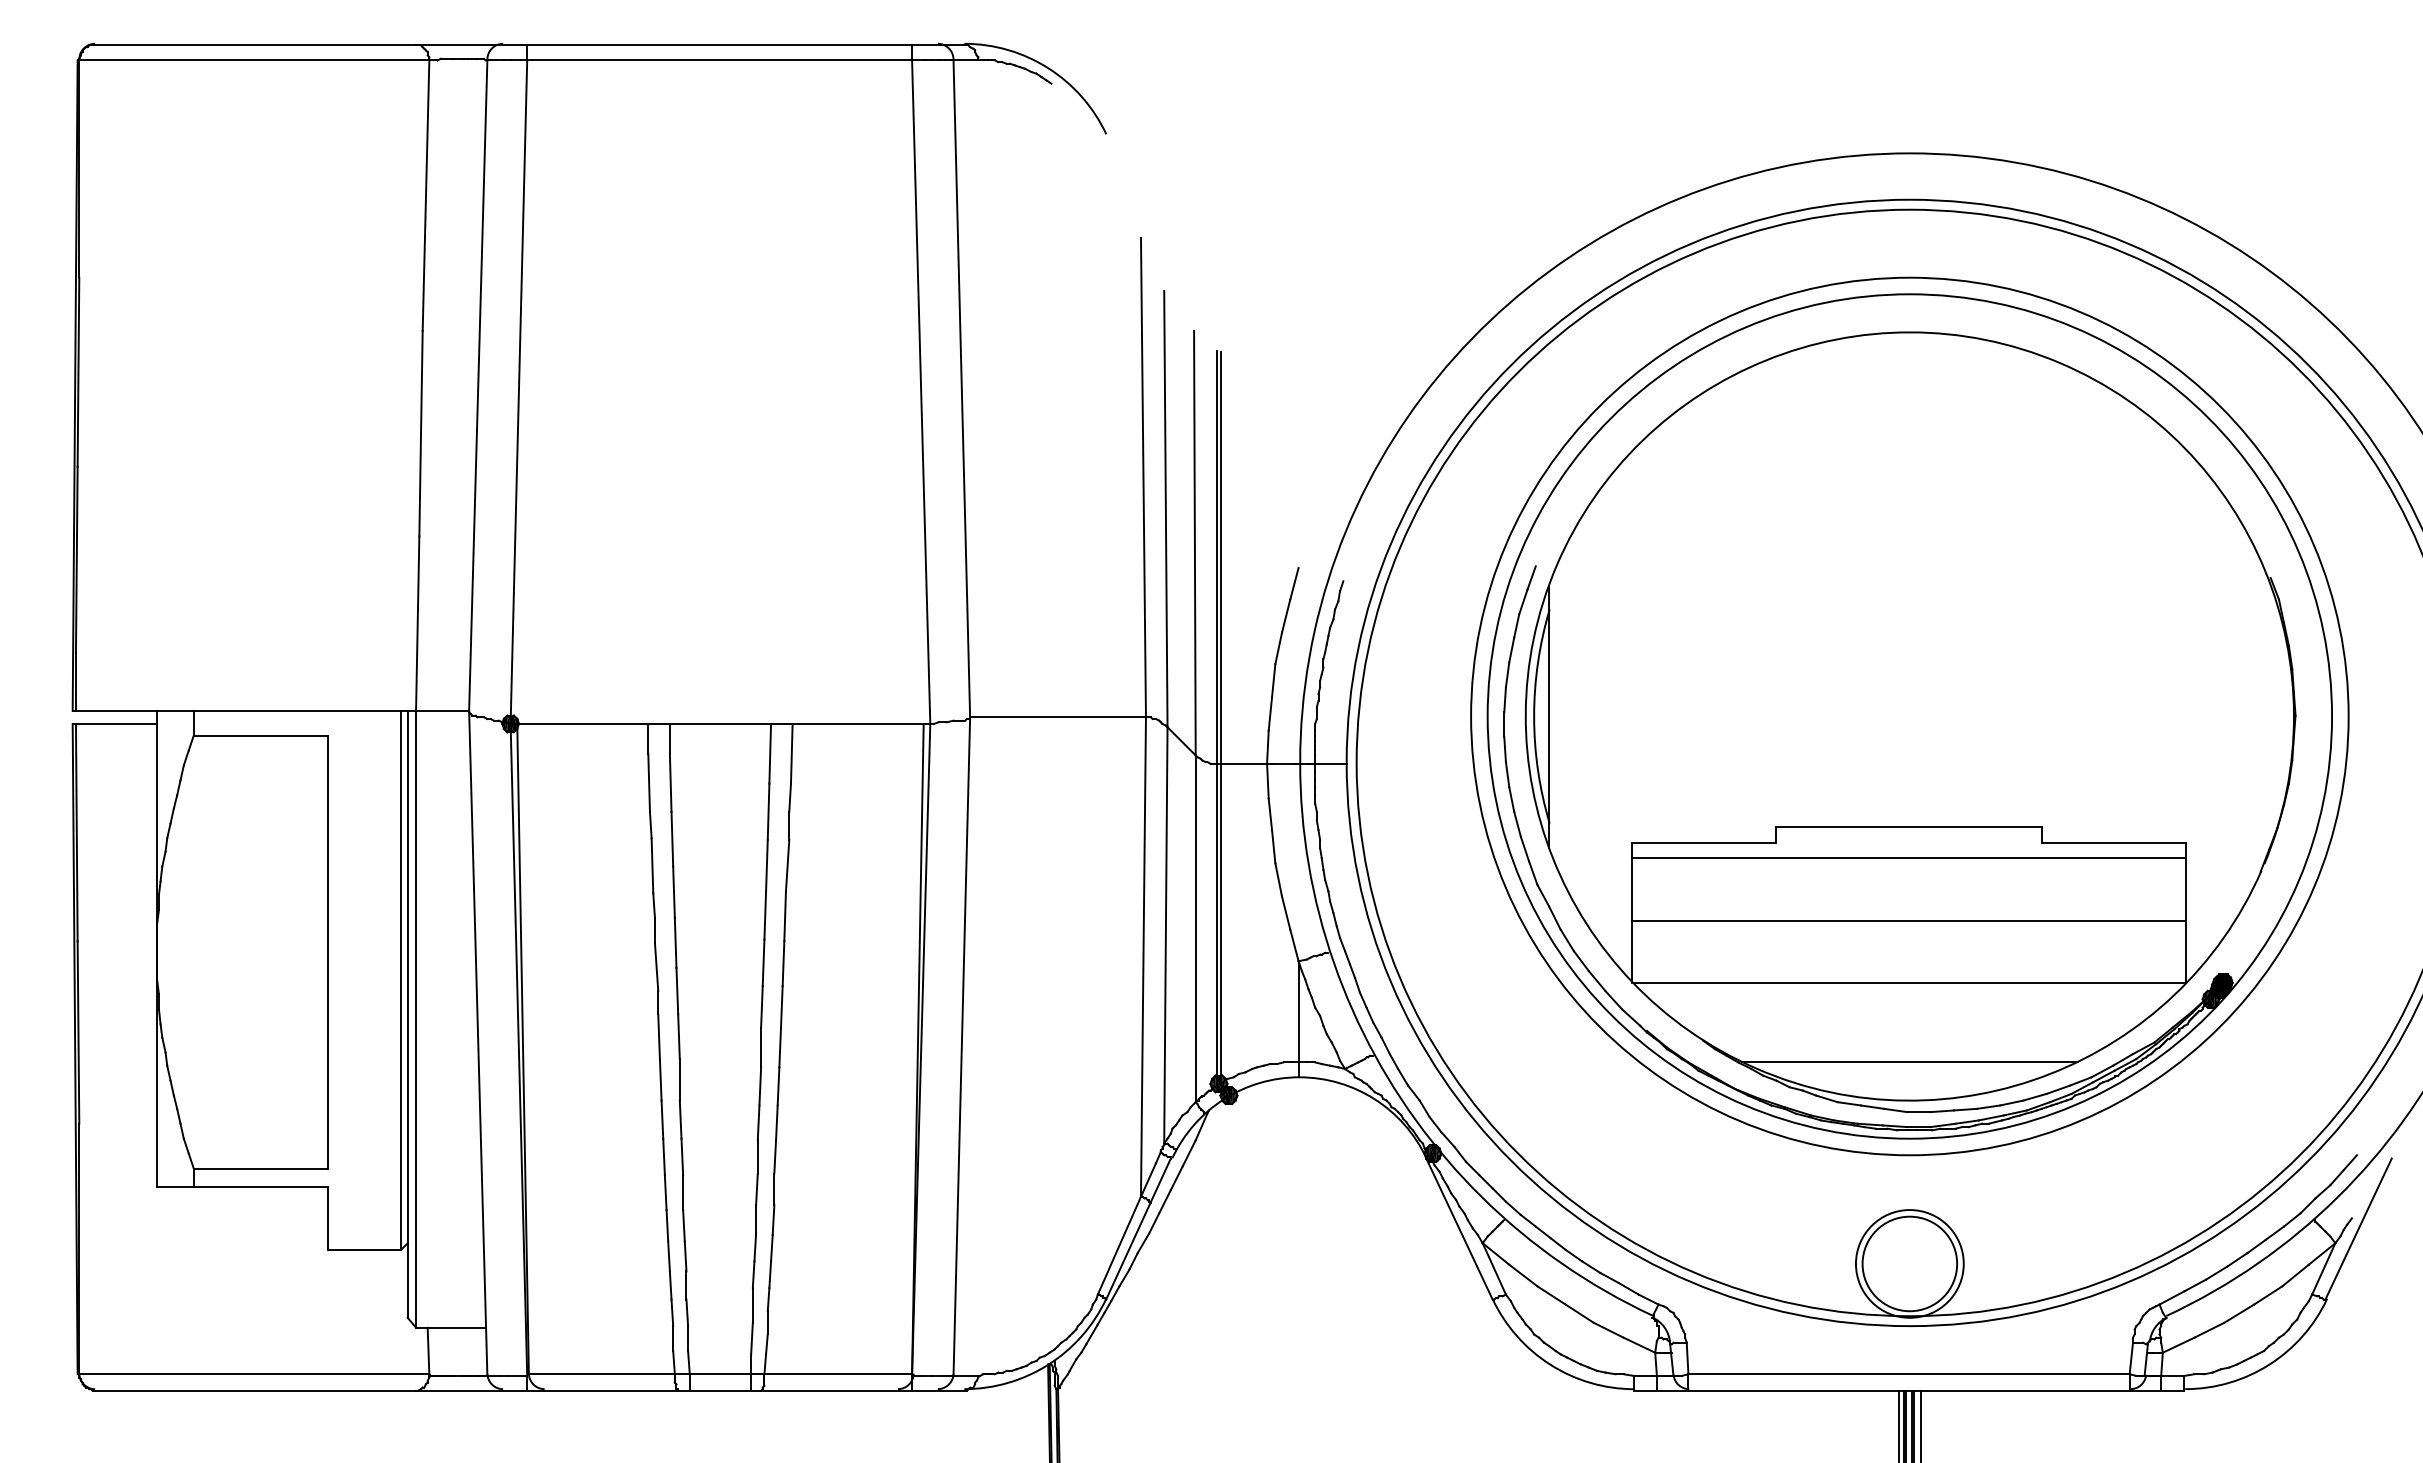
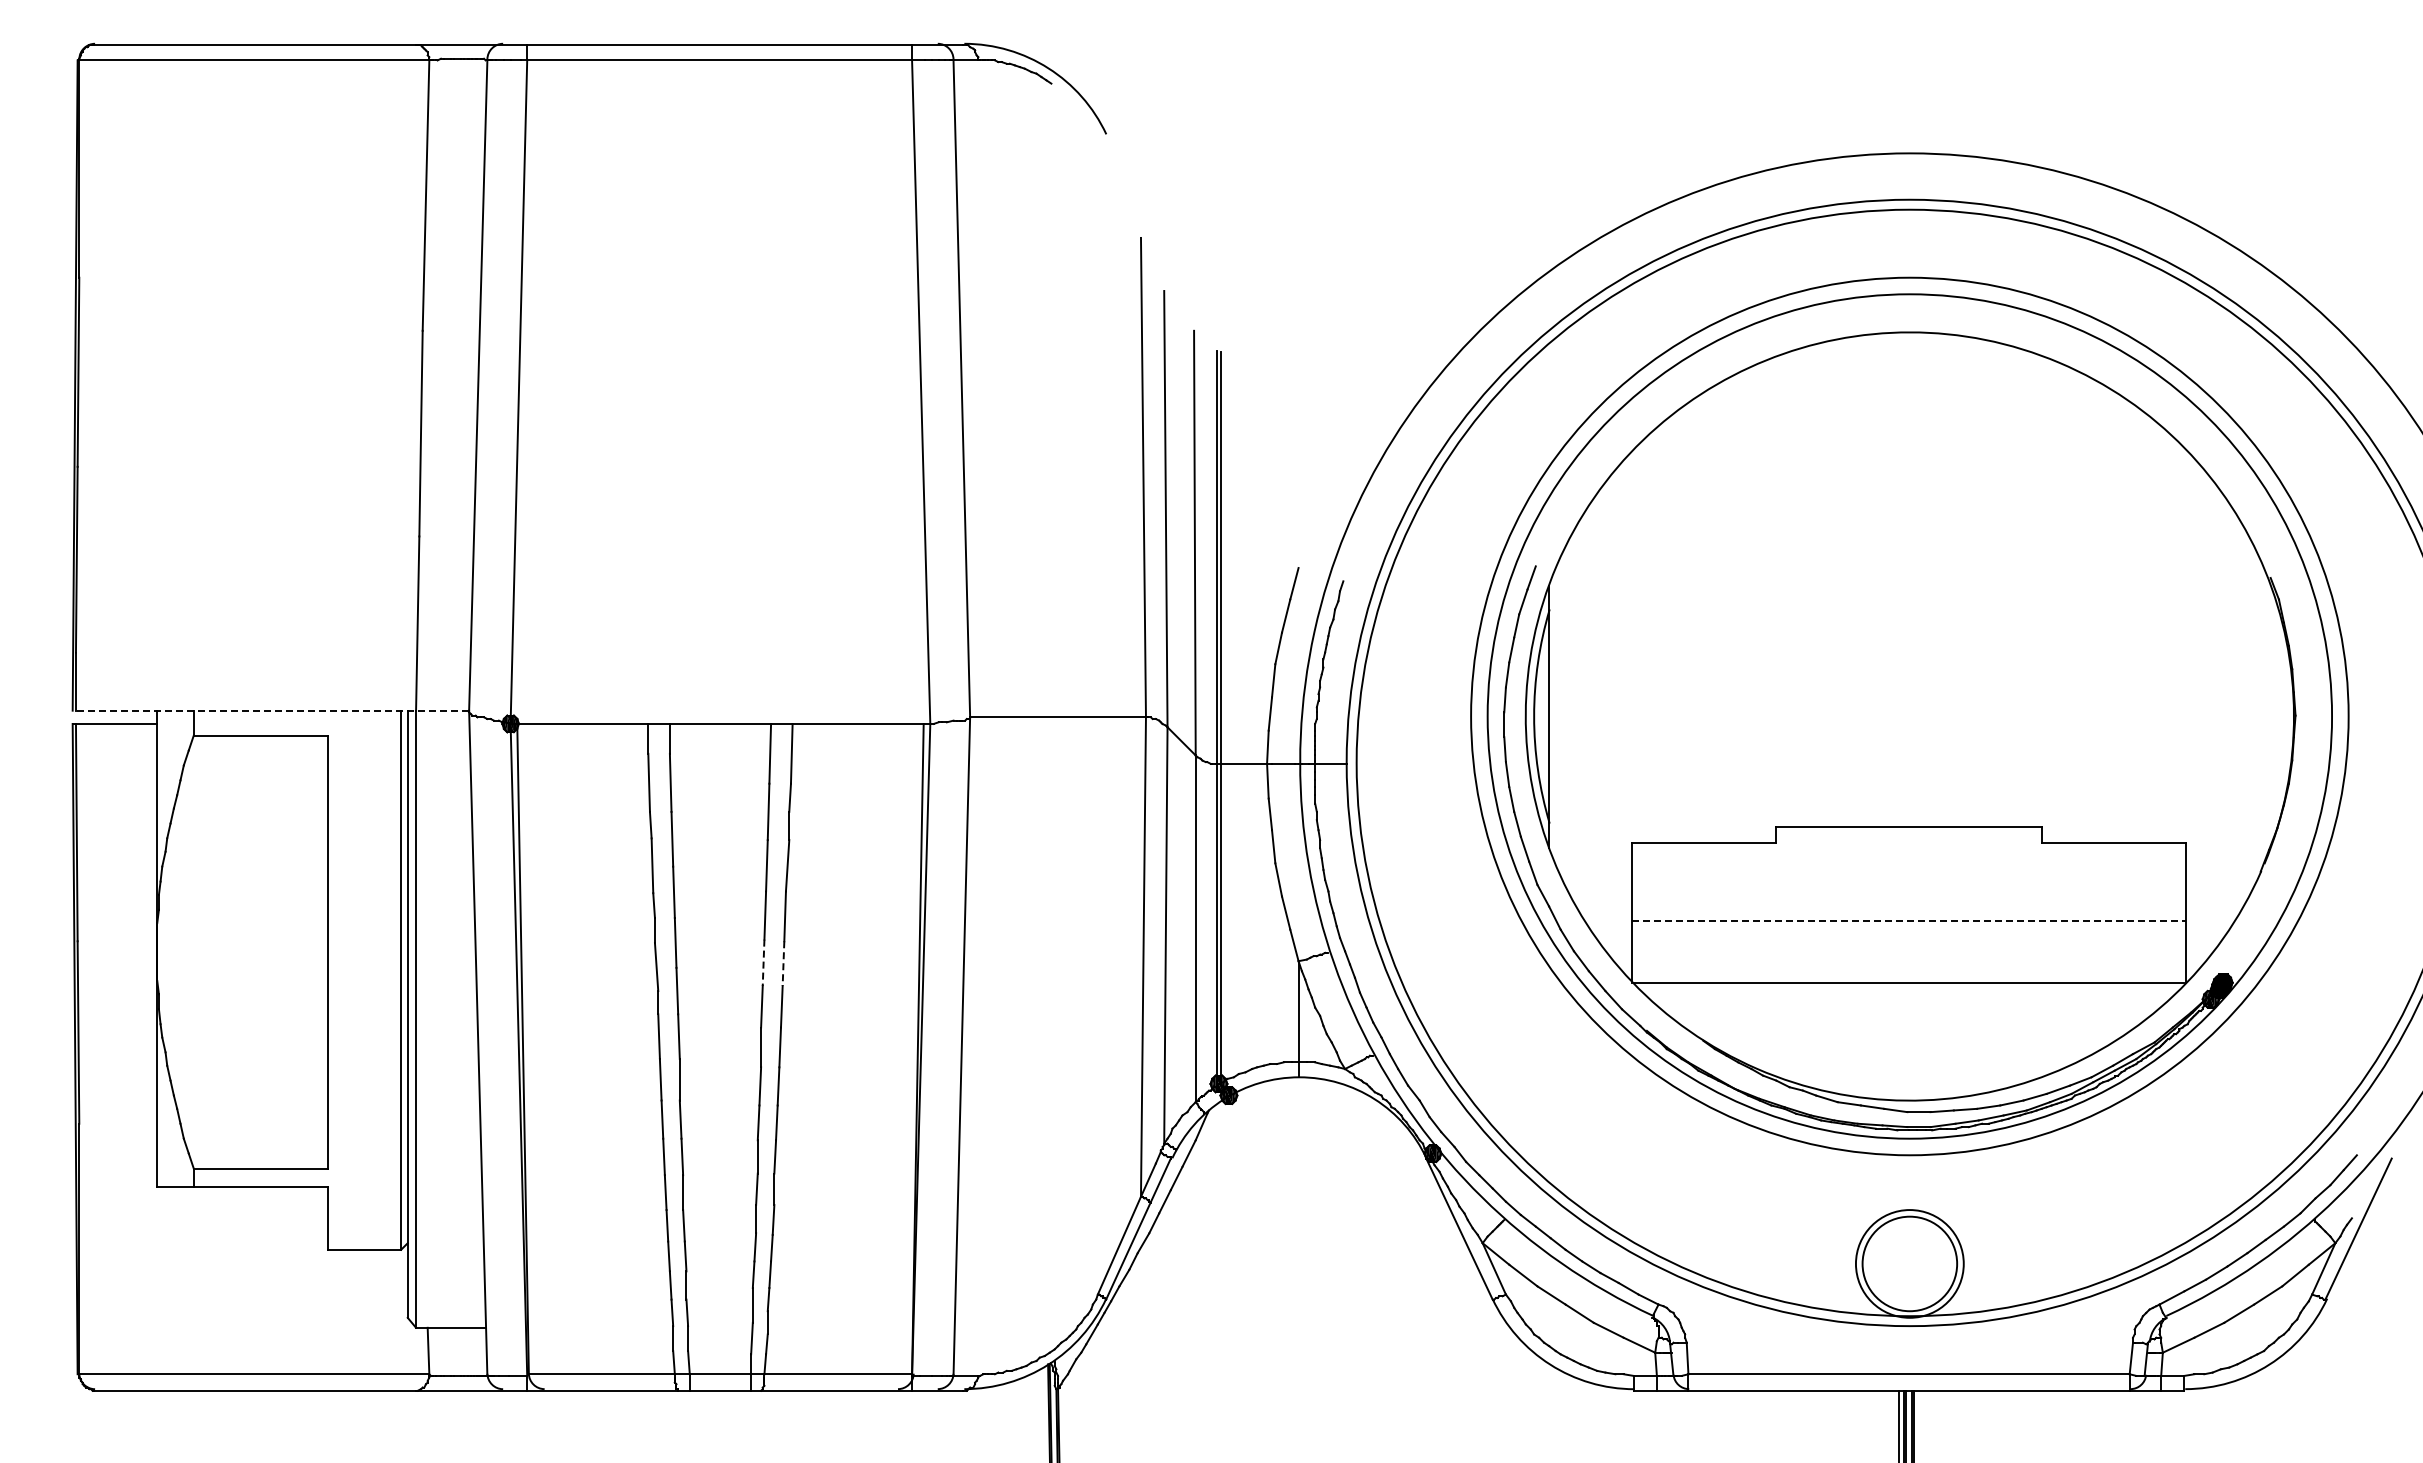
line at (270, 710): solid -> dashed
line at (1909, 858): present -> none
line at (1909, 921): solid -> dashed
line at (763, 963): solid -> dashed
line at (783, 964): solid -> dashed
line at (1909, 1062): present -> none
line at (1920, 1424): present -> none
